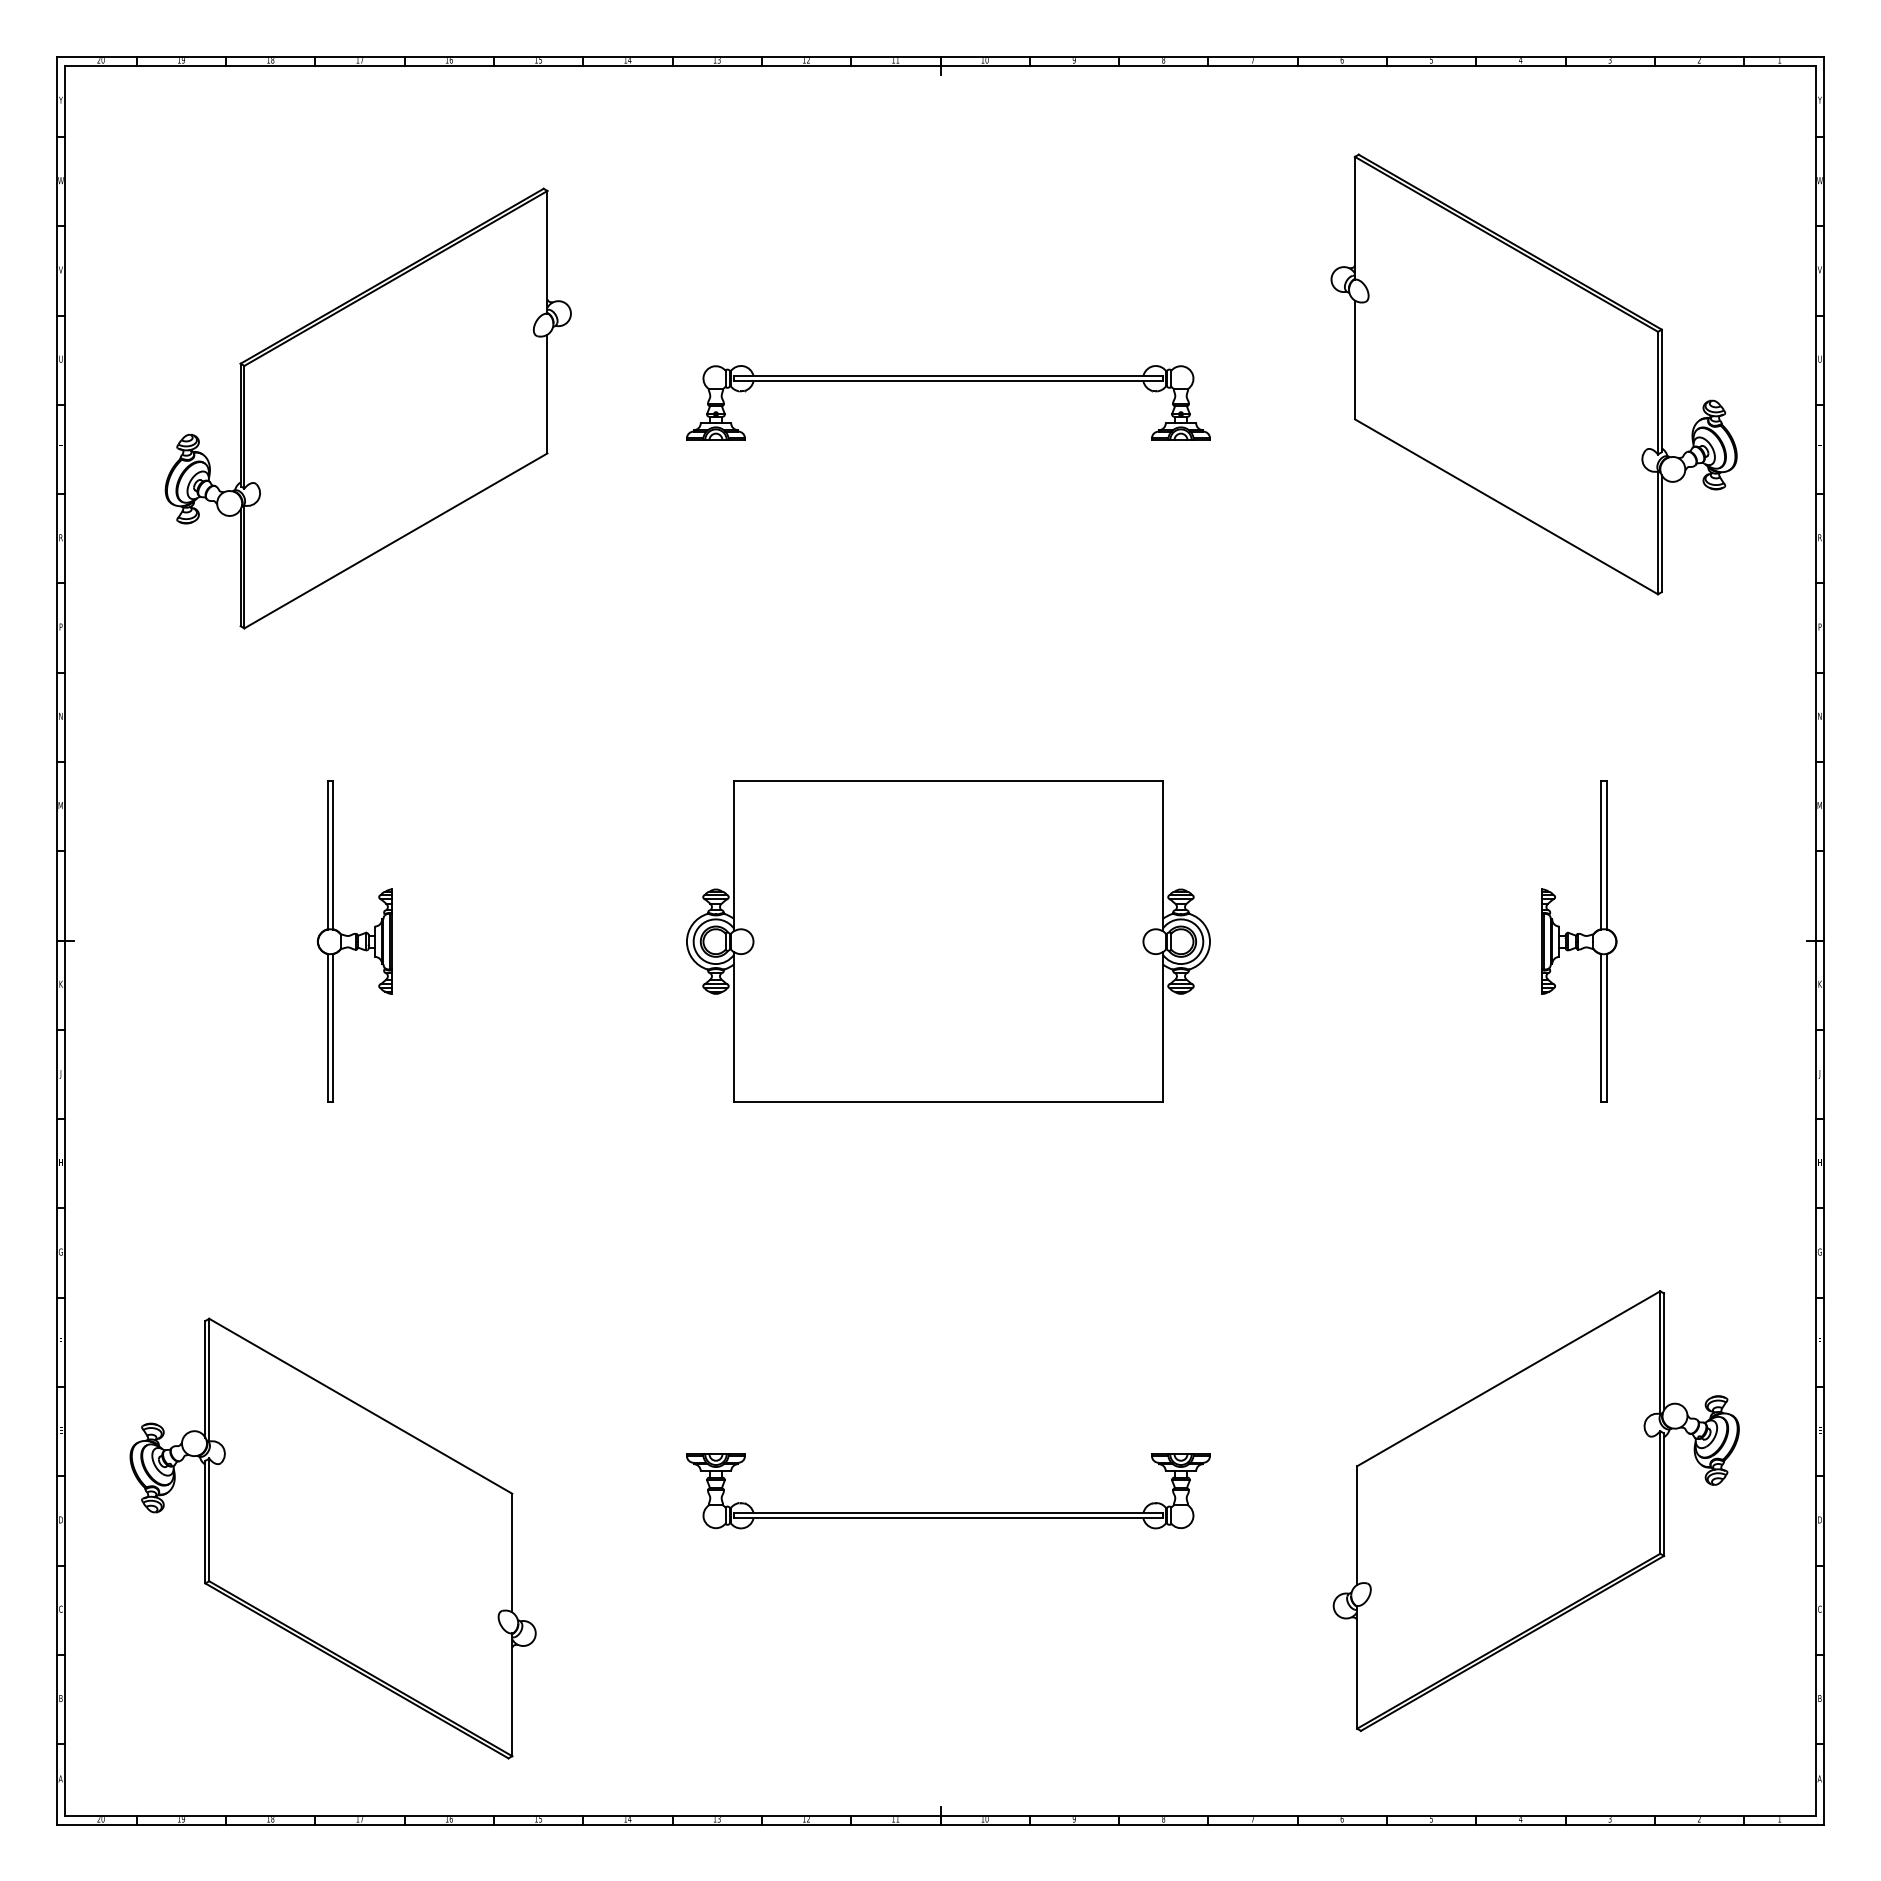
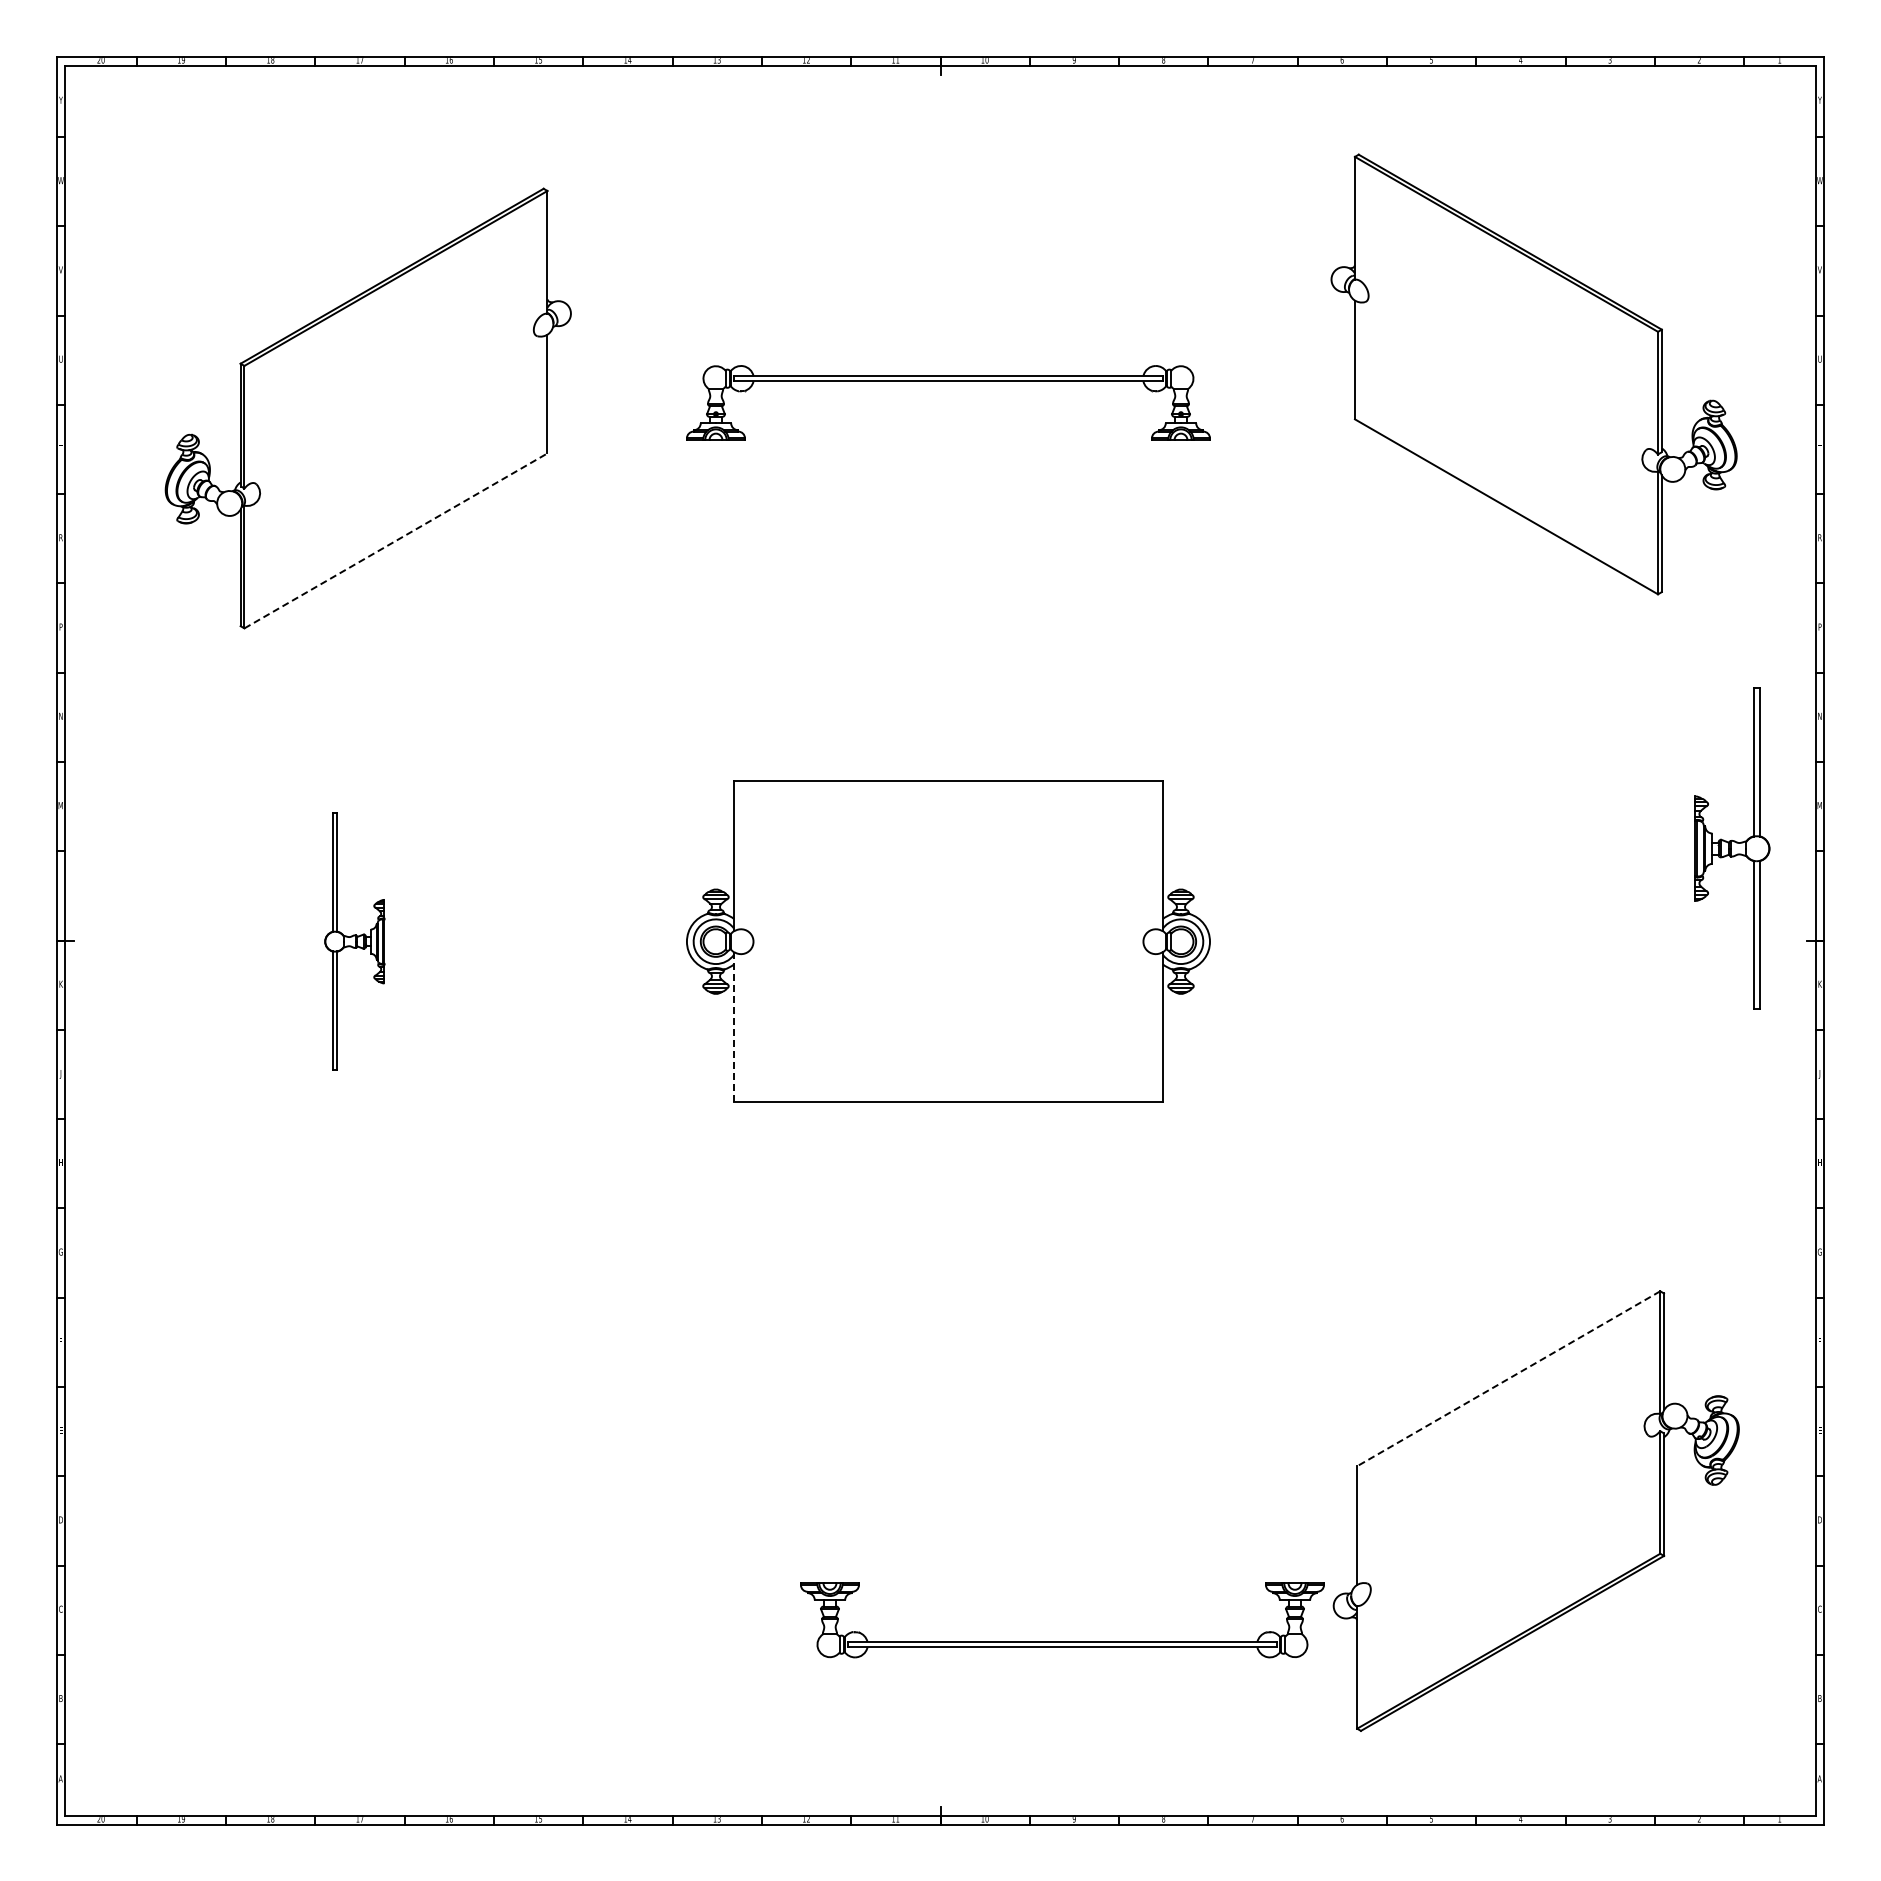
line at (395, 540): solid -> dashed
part at (354, 941) size: 77x323 px -> 62x259 px
part at (1579, 941) position: (1579, 941) -> (1732, 848)
line at (734, 1027): solid -> dashed
line at (1508, 1378): solid -> dashed
part at (948, 1512) position: (948, 1512) -> (1062, 1641)
part at (332, 1538): present -> none
